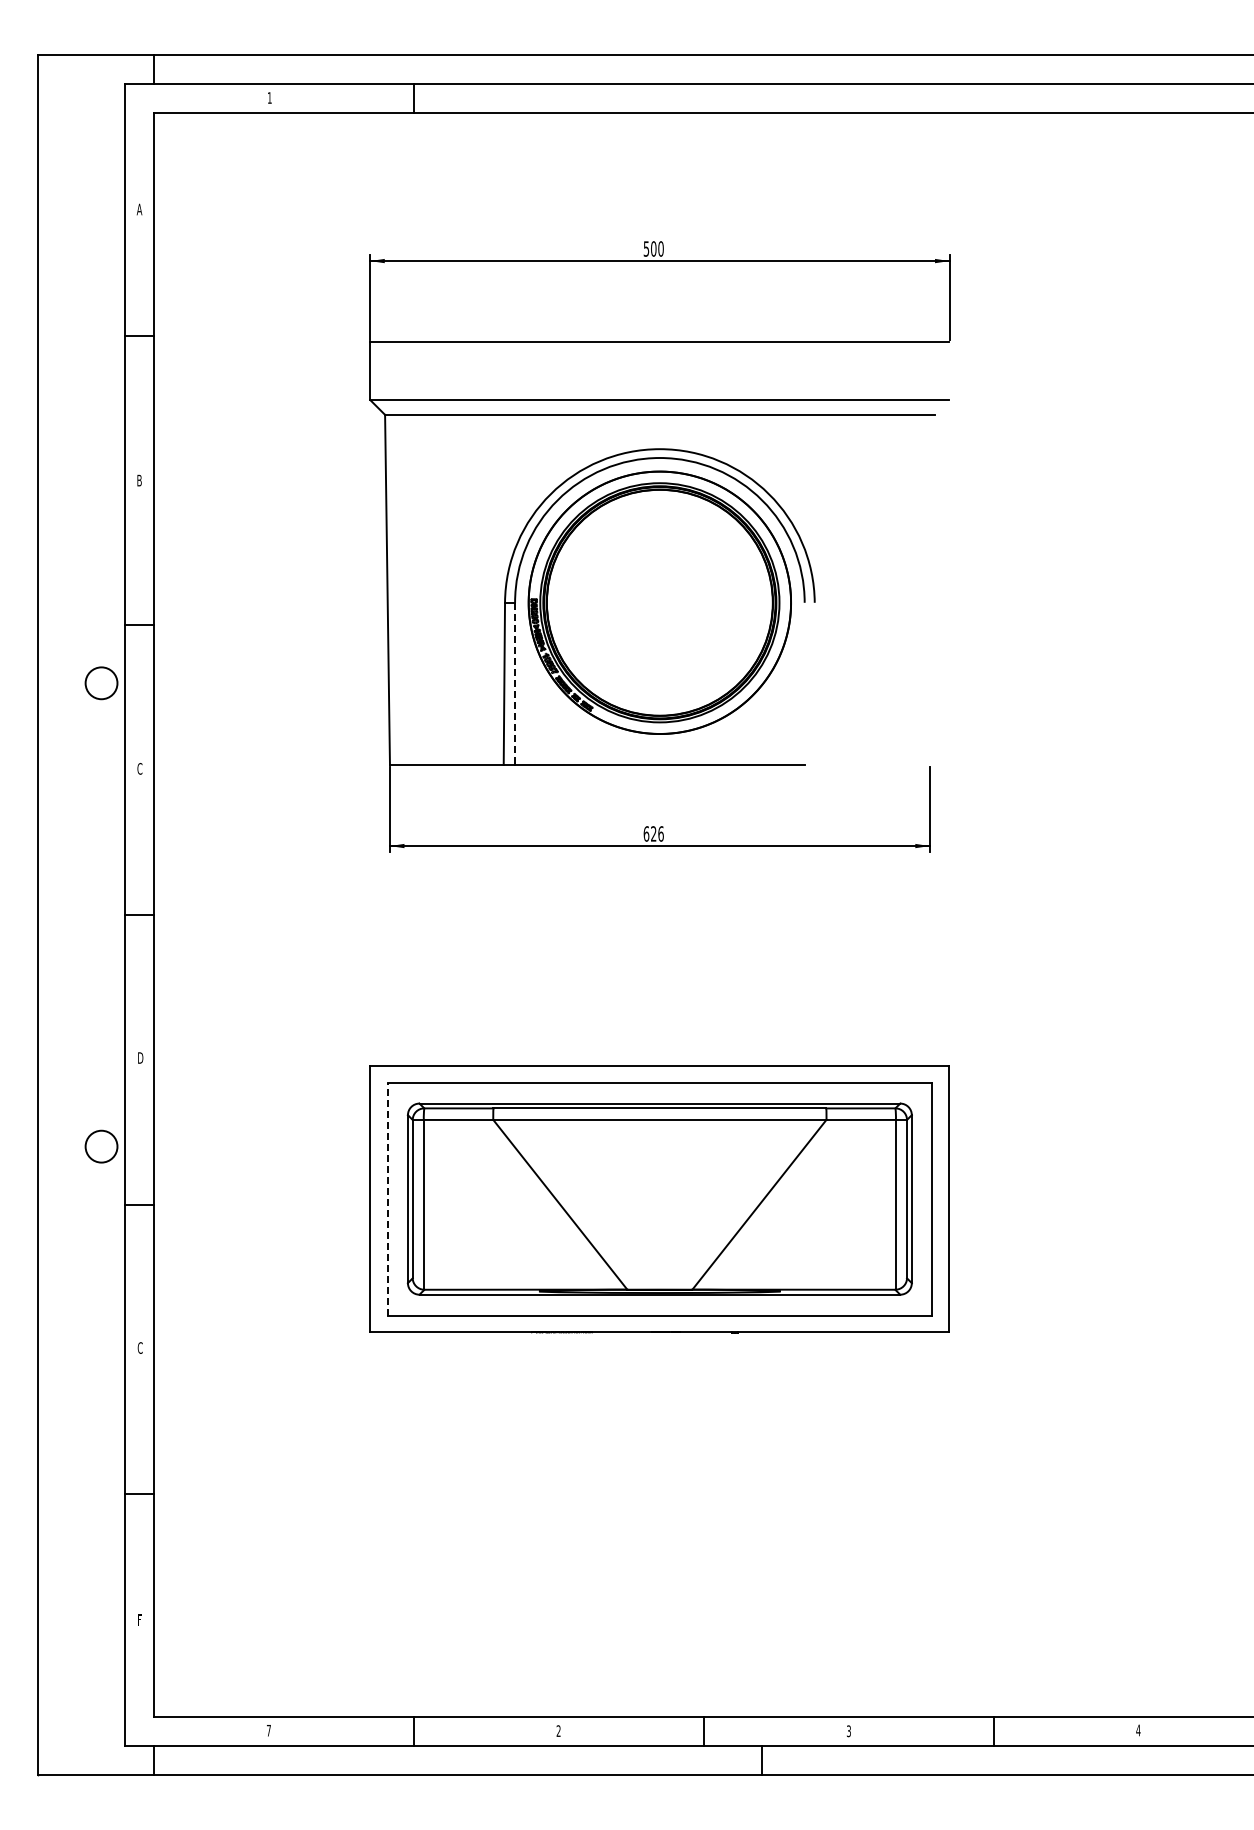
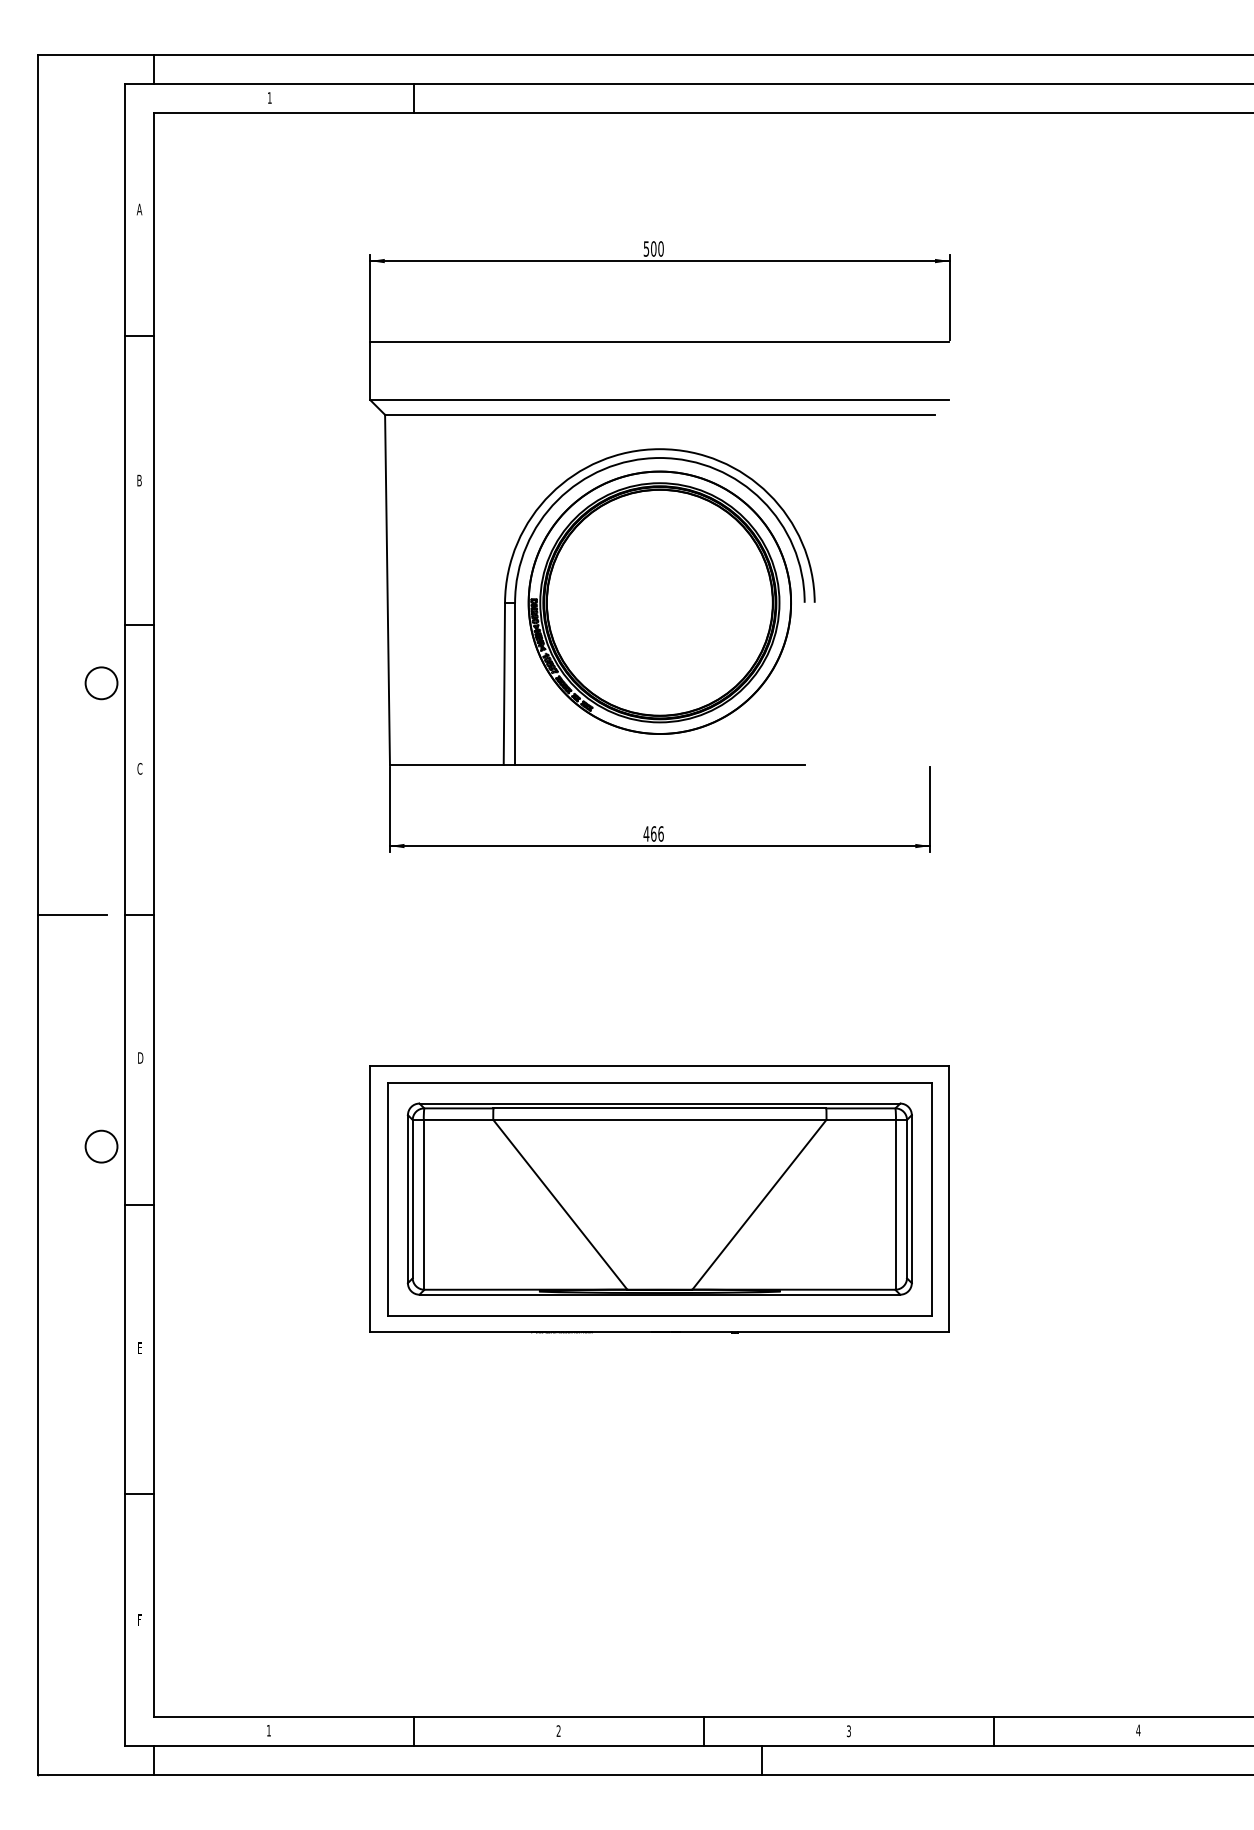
line at (515, 684): dashed -> solid
text at (649, 833): 626 -> 466
line at (72, 915): none -> present
line at (387, 1198): dashed -> solid
text at (139, 1347): C -> E
text at (268, 1730): 7 -> 1
